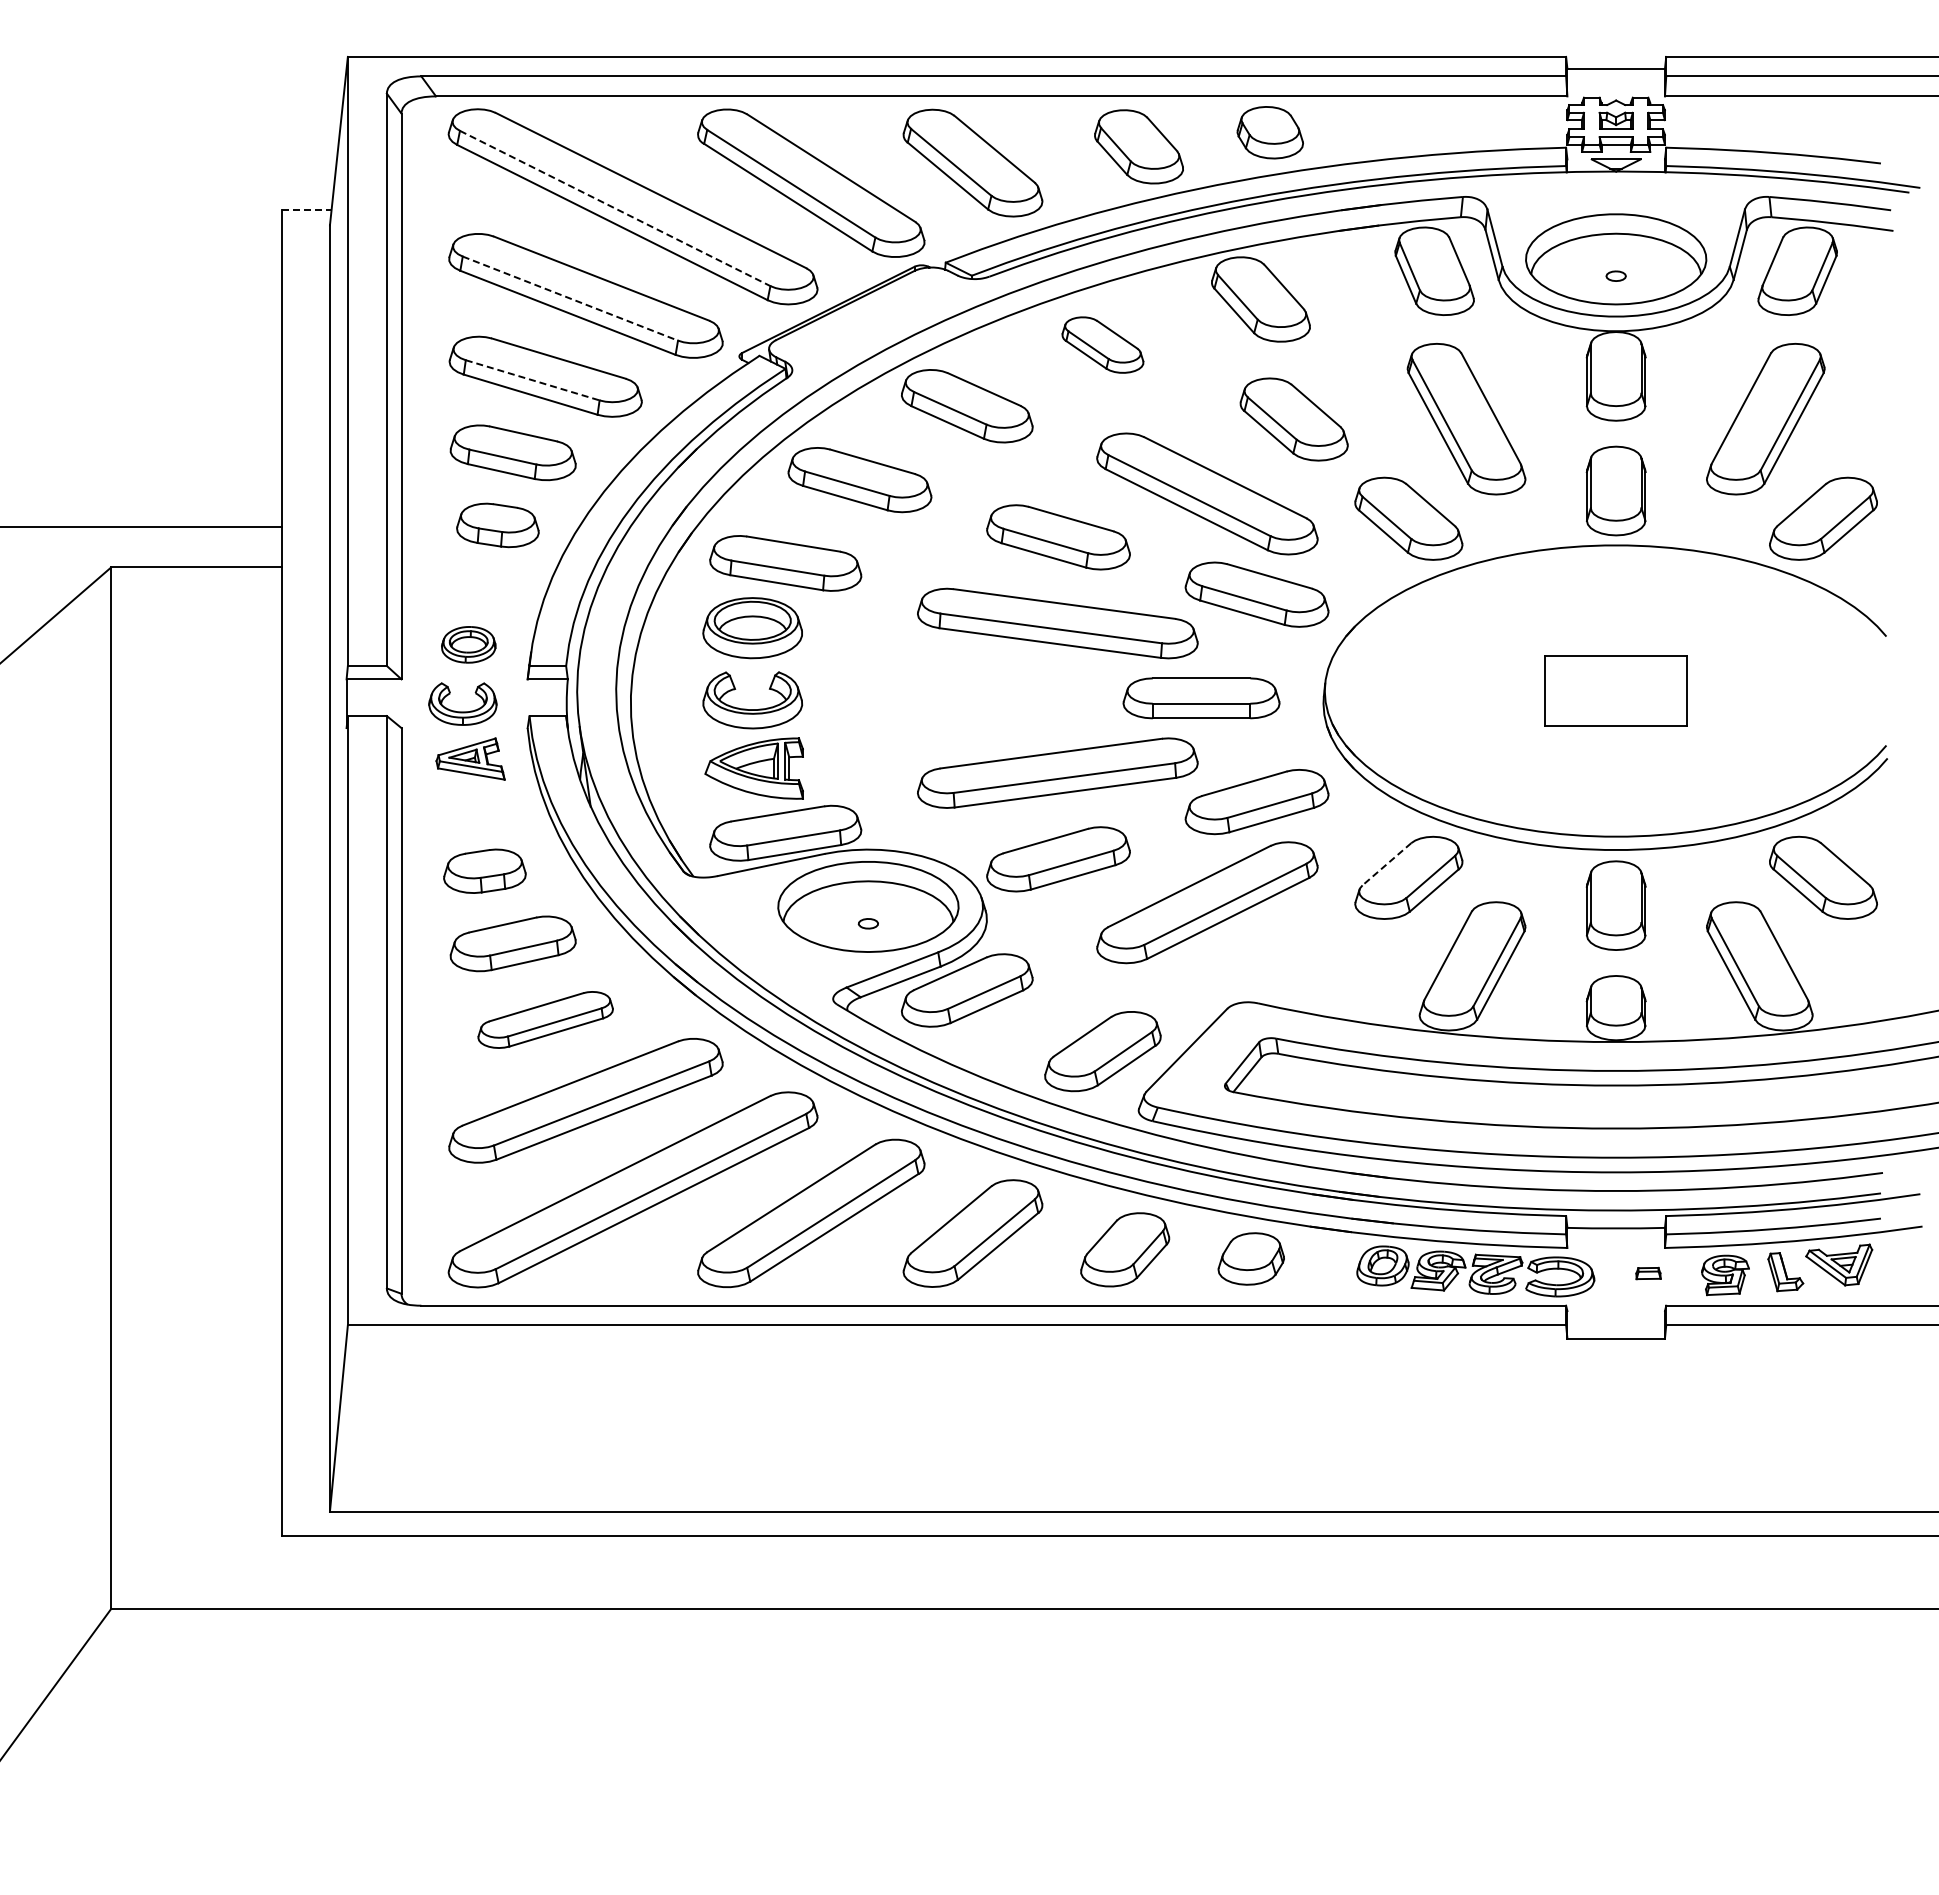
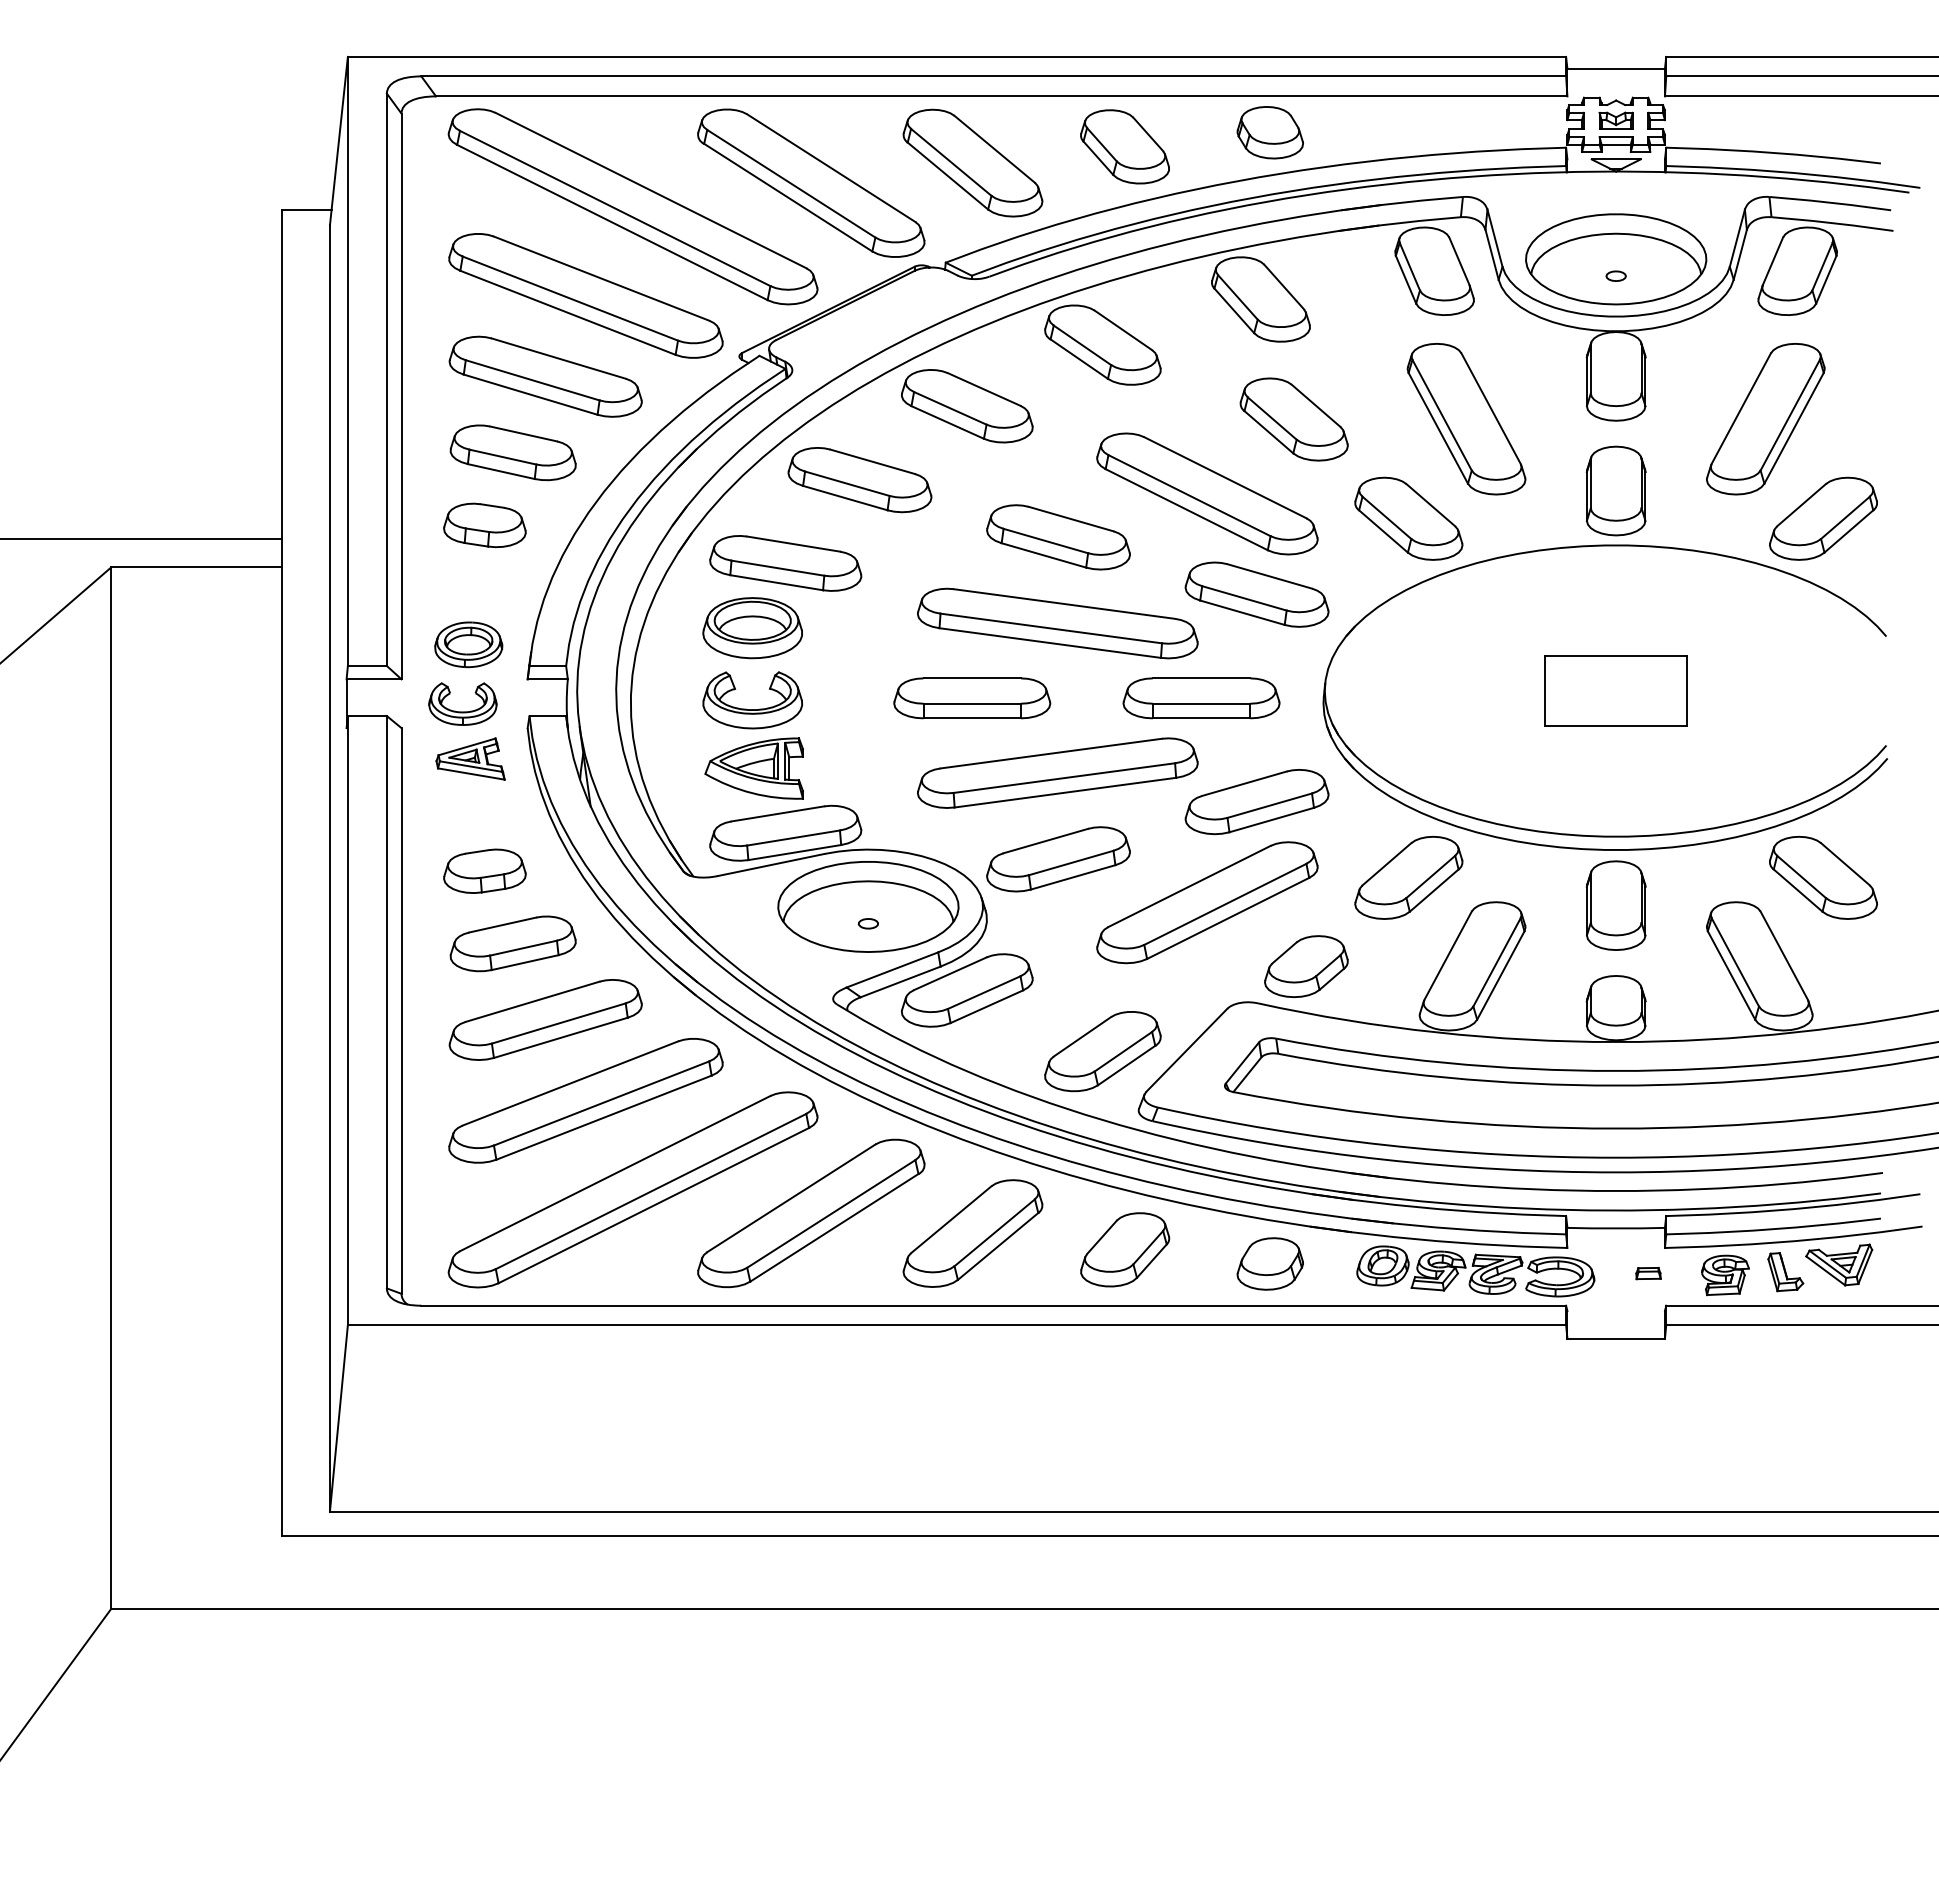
part at (1138, 146) position: (1138, 146) -> (1124, 146)
line at (615, 208): dashed -> solid
line at (306, 209): dashed -> solid
line at (570, 298): dashed -> solid
part at (1102, 344) size: 84x58 px -> 118x82 px
line at (532, 380): dashed -> solid
part at (497, 525) position: (497, 525) -> (484, 525)
line at (142, 527) position: (142, 527) -> (142, 539)
part at (468, 644) size: 56x38 px -> 70x48 px
part at (972, 698): none -> present
line at (1386, 864): dashed -> solid
part at (1306, 966): none -> present
part at (545, 1019) size: 137x58 px -> 195x82 px
part at (1250, 1258) position: (1250, 1258) -> (1269, 1263)
